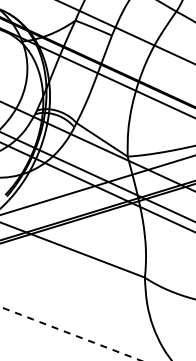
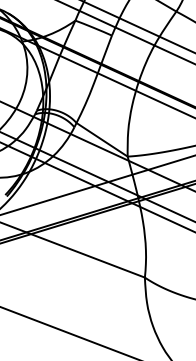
line at (138, 26): none -> present
line at (70, 333): dashed -> solid
